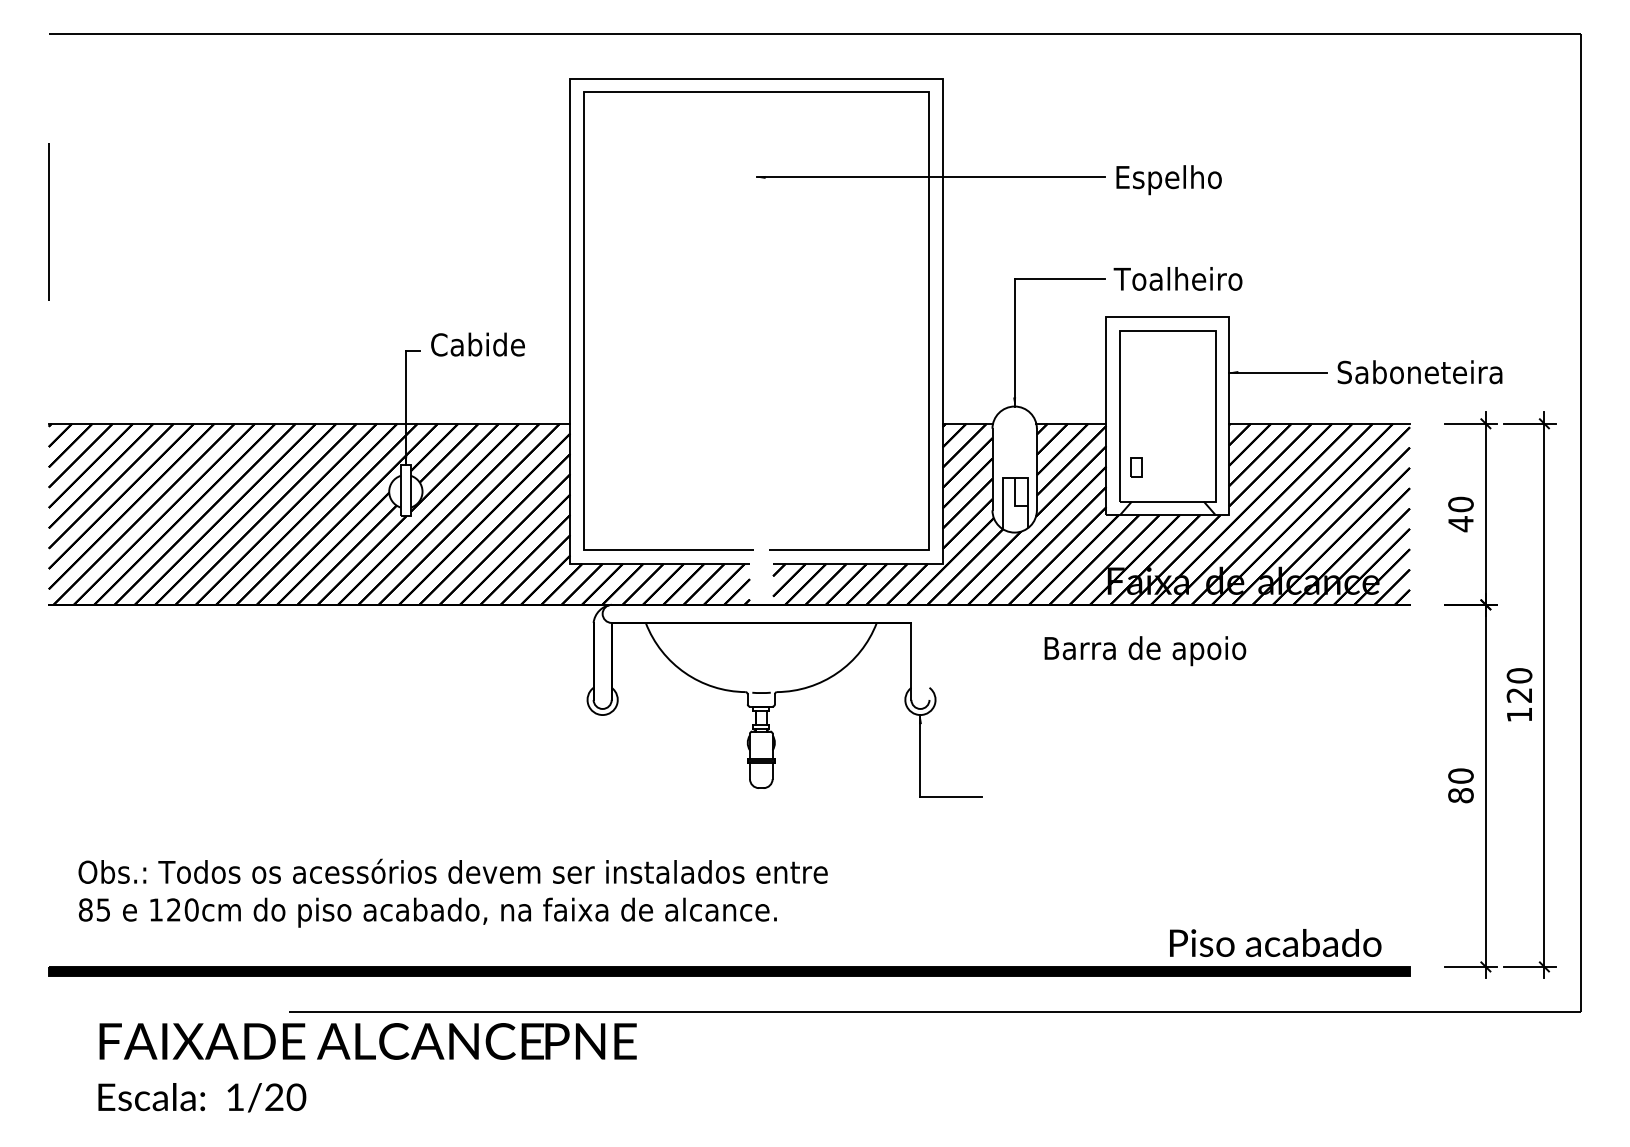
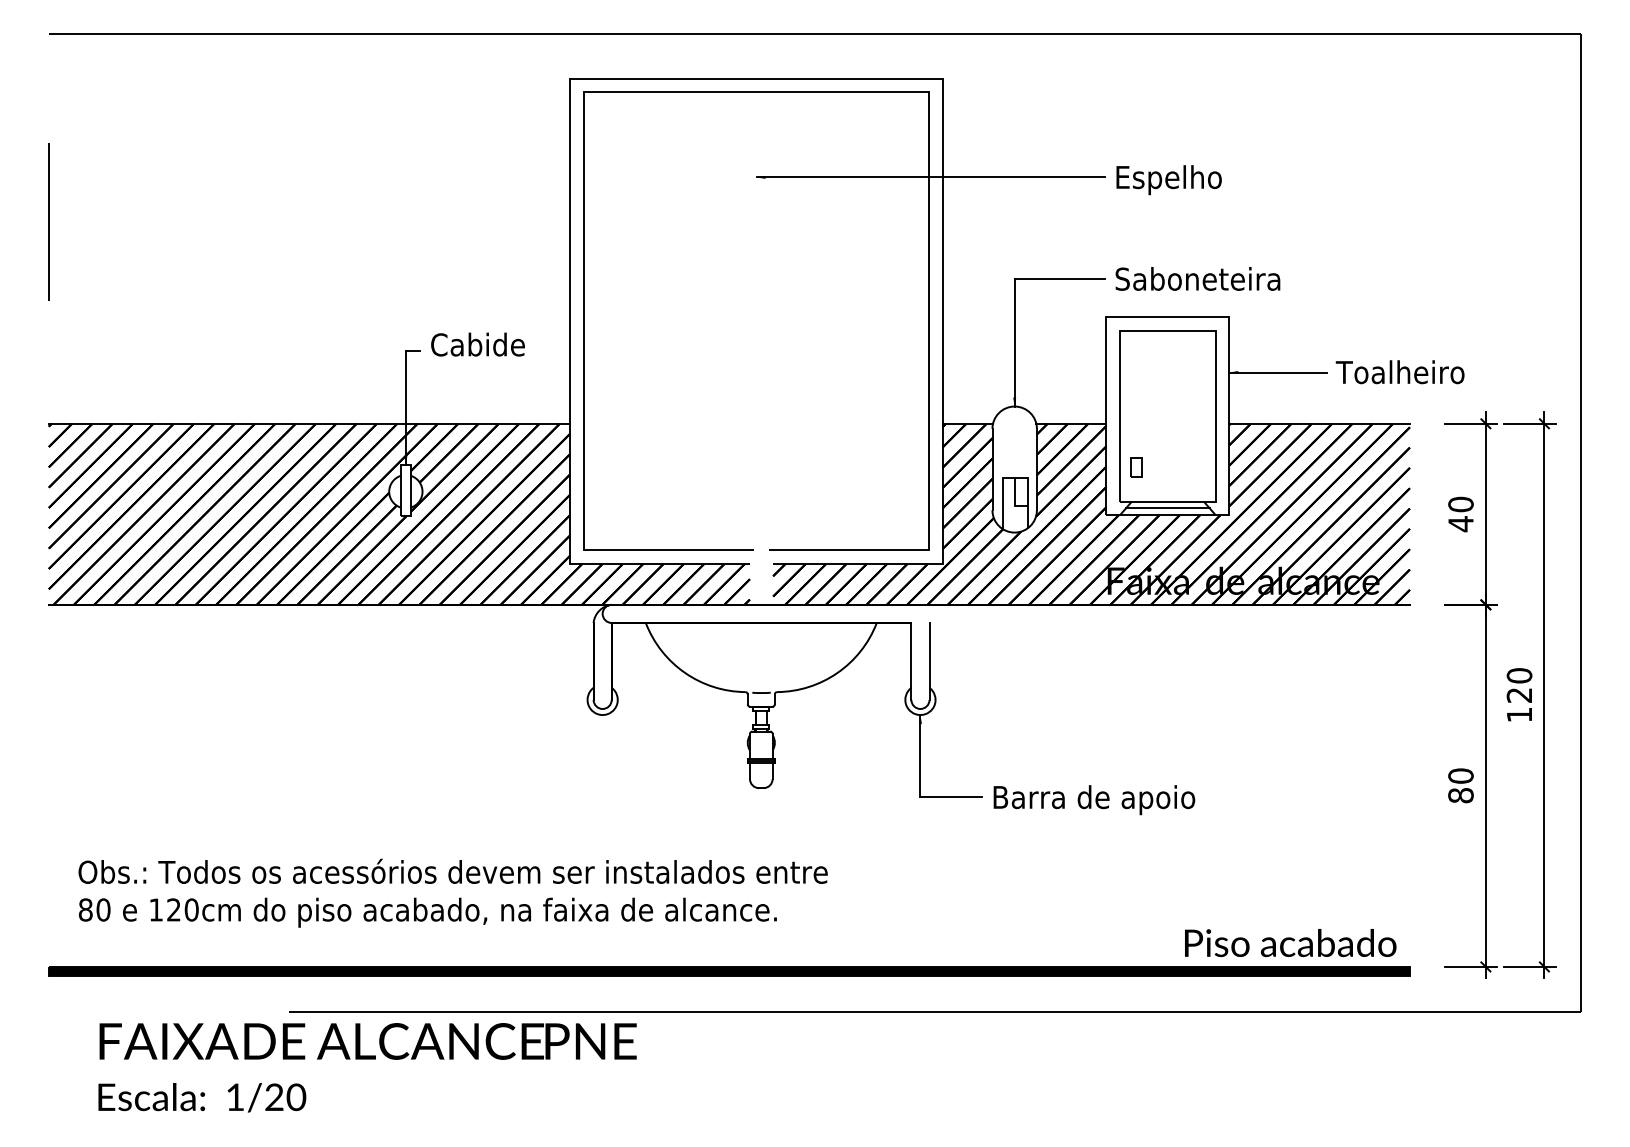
text at (1196, 278): Toalheiro -> Saboneteira
text at (1418, 372): Saboneteira -> Toalheiro
line at (1167, 508): none -> present
text at (1145, 651) position: (1145, 651) -> (1094, 800)
line at (929, 660): none -> present
text at (103, 909): 85 -> 80
text at (1275, 943) position: (1275, 943) -> (1290, 943)
